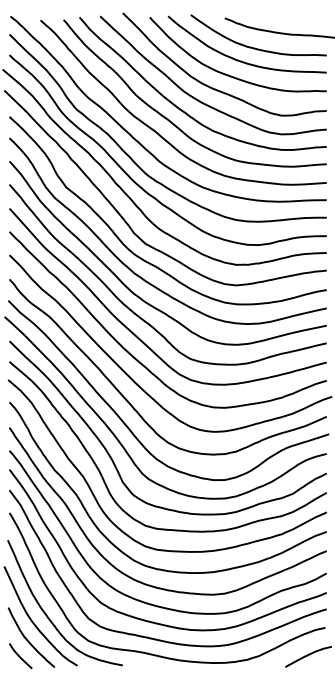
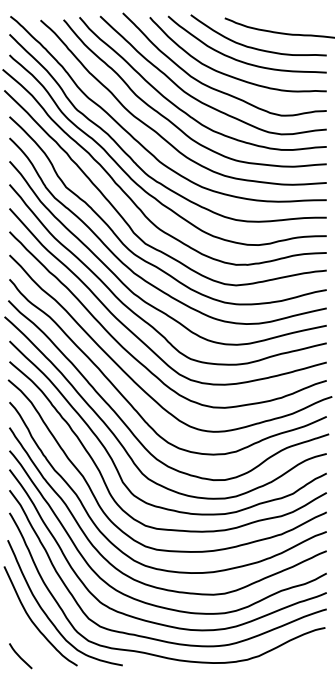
curve at (27, 638): present -> none
curve at (308, 655): present -> none
